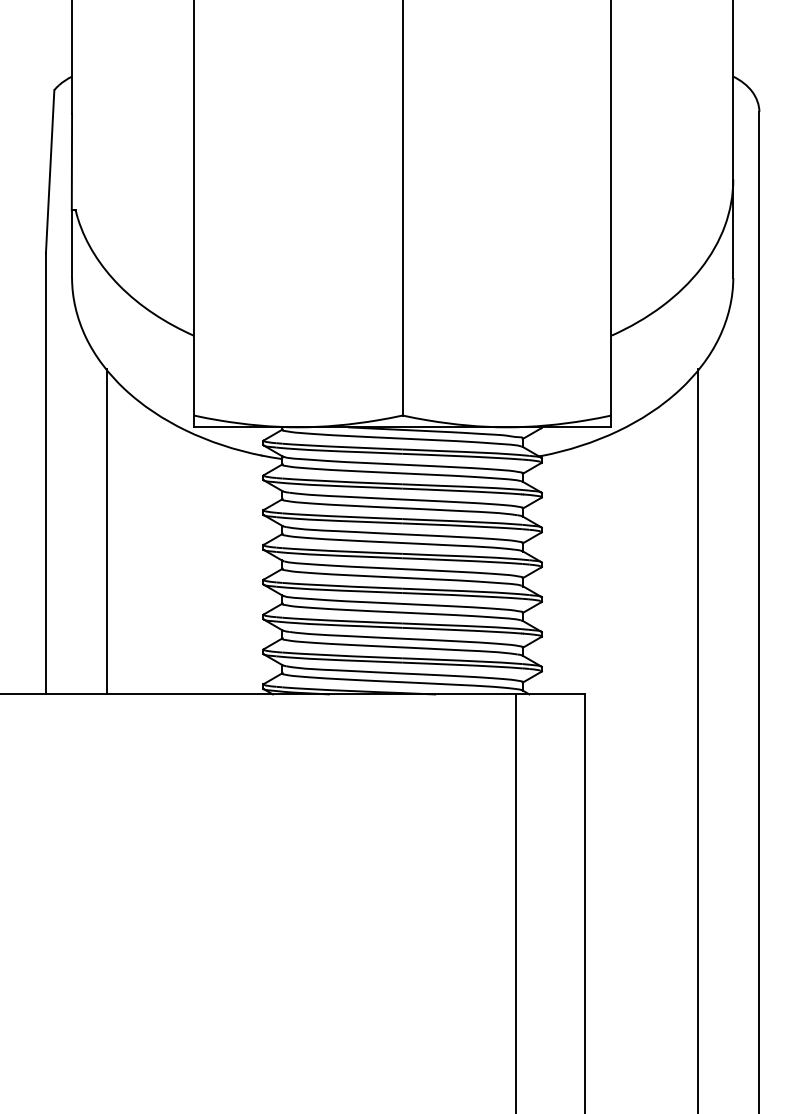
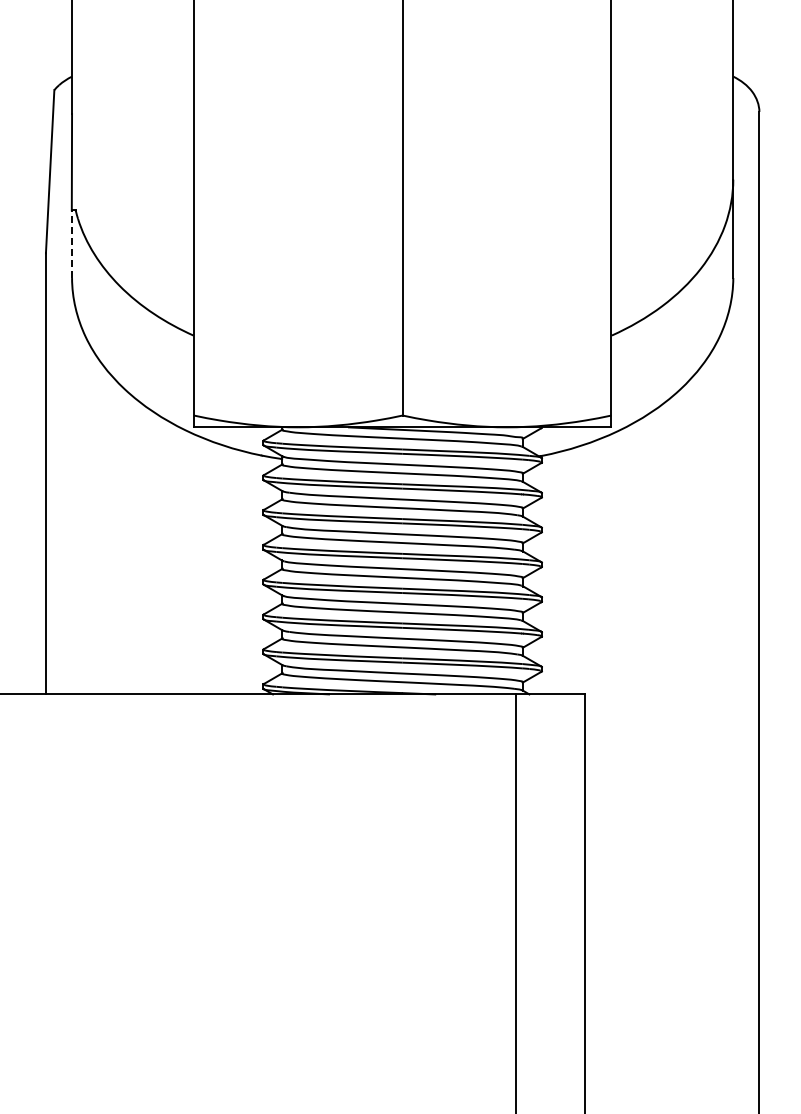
line at (72, 244): solid -> dashed
line at (106, 531): present -> none
line at (698, 739): present -> none
